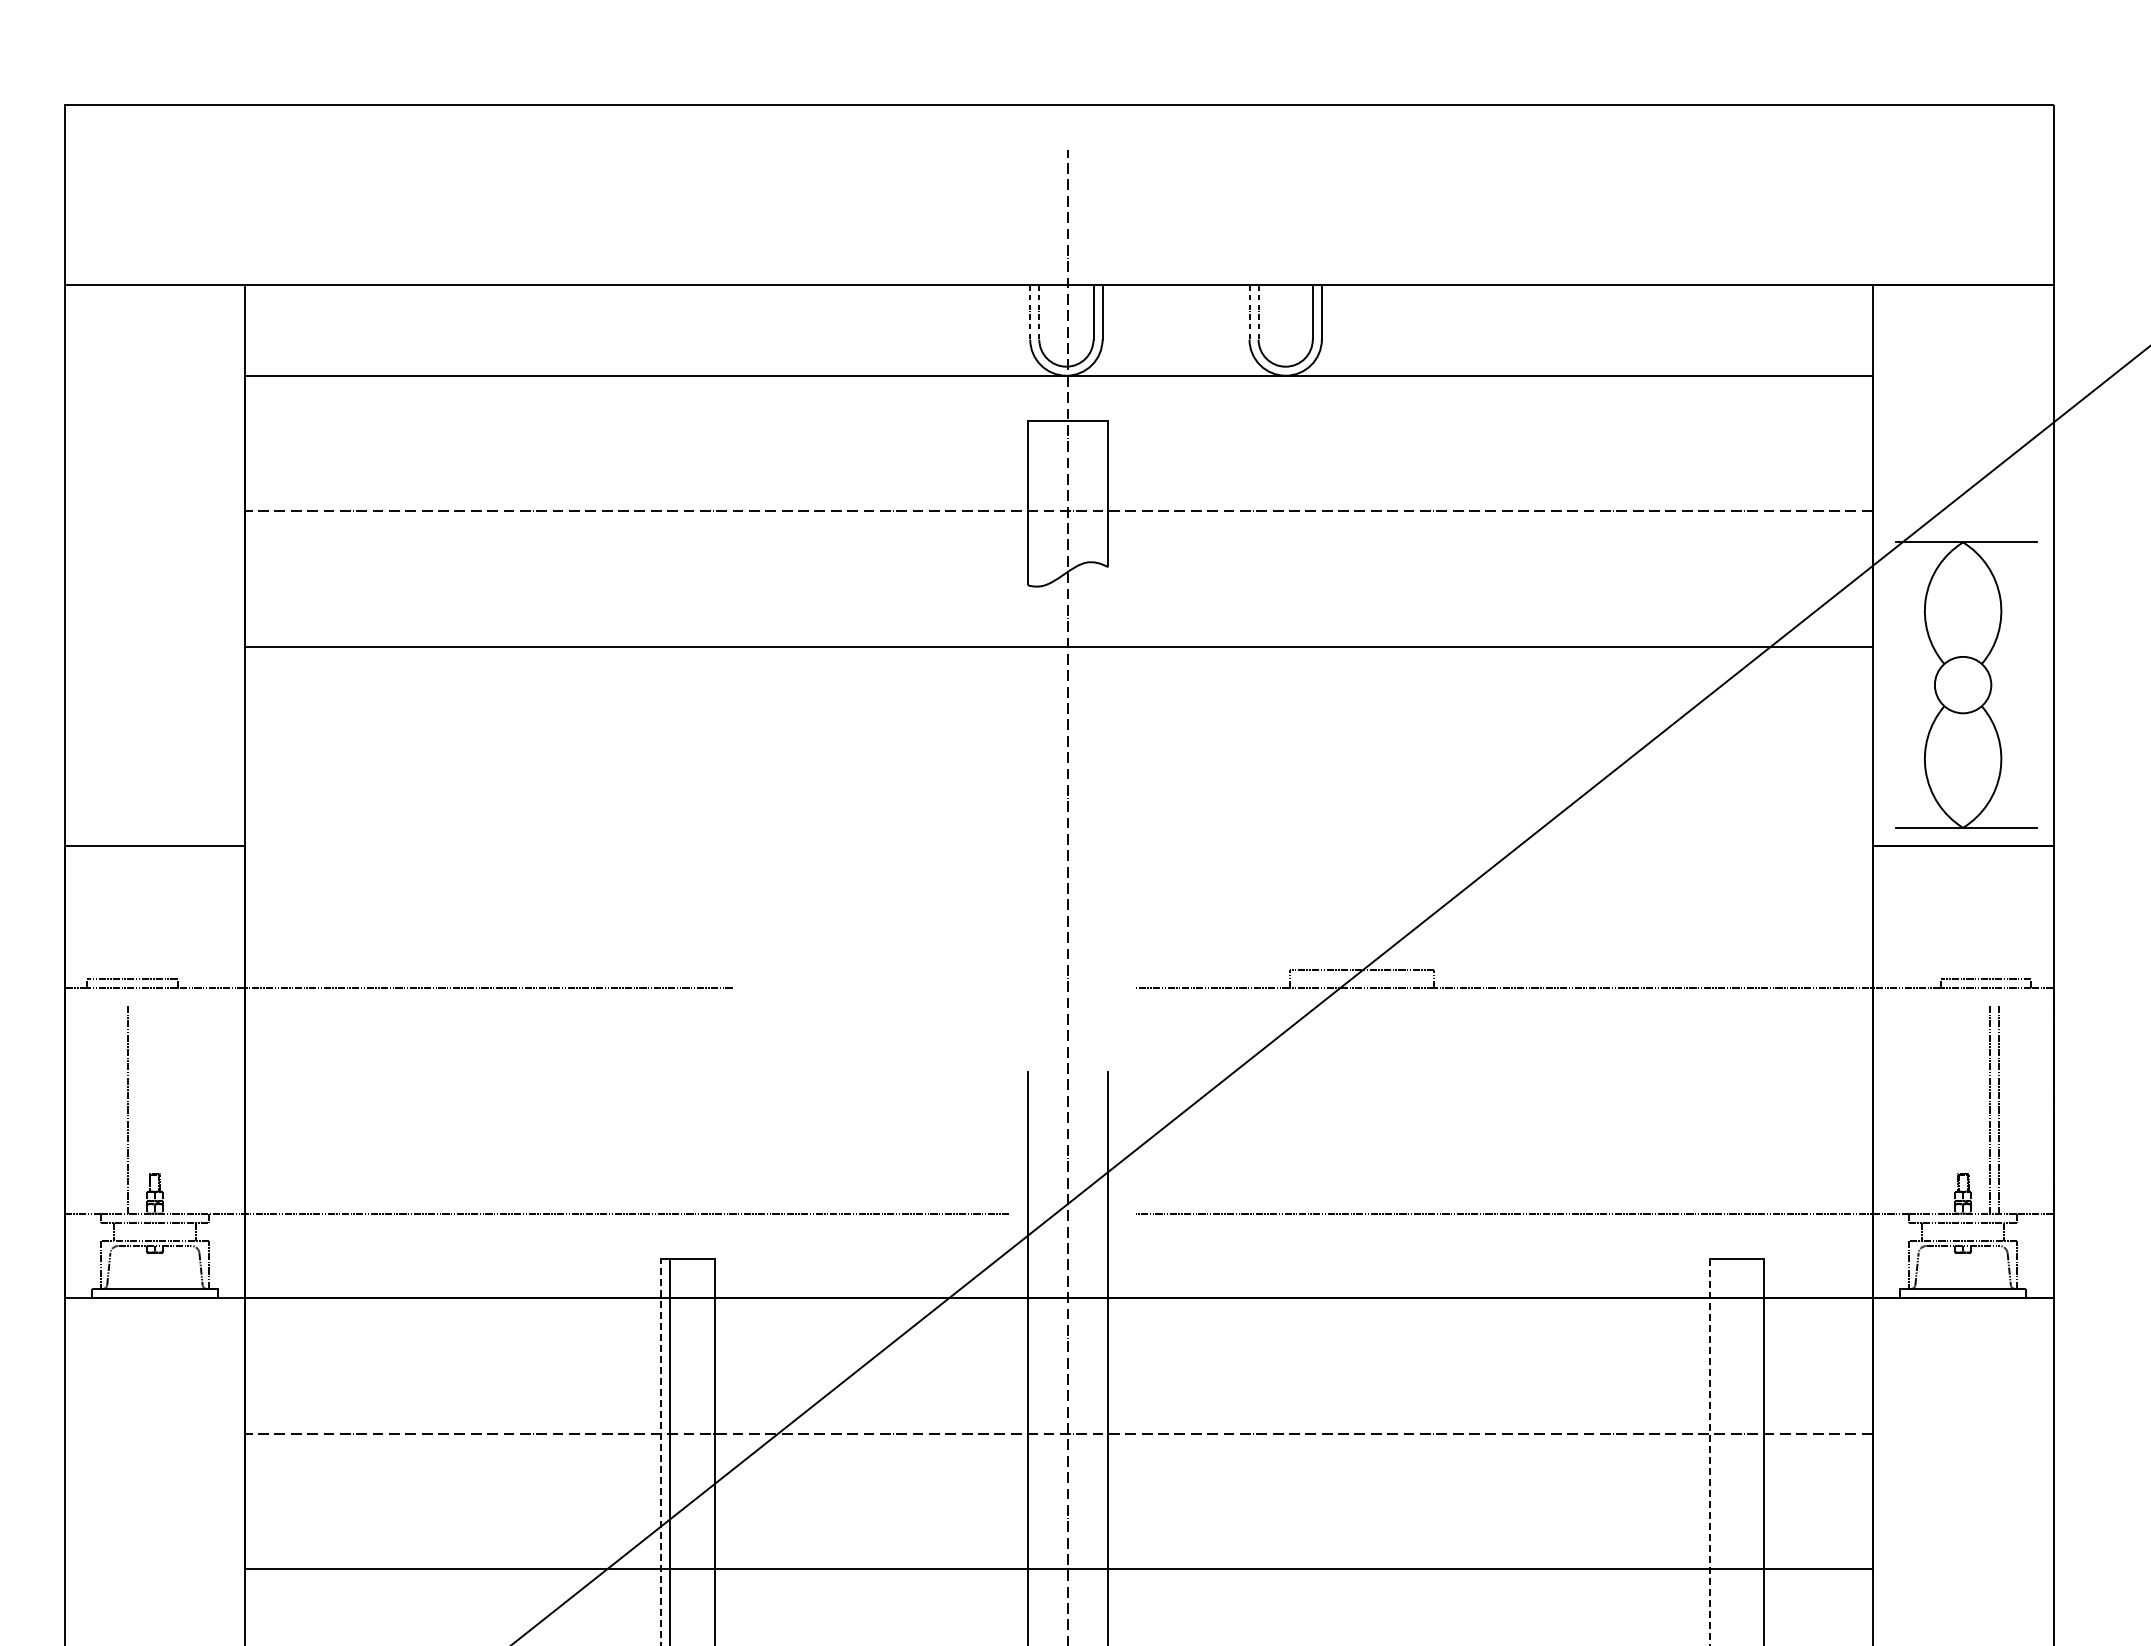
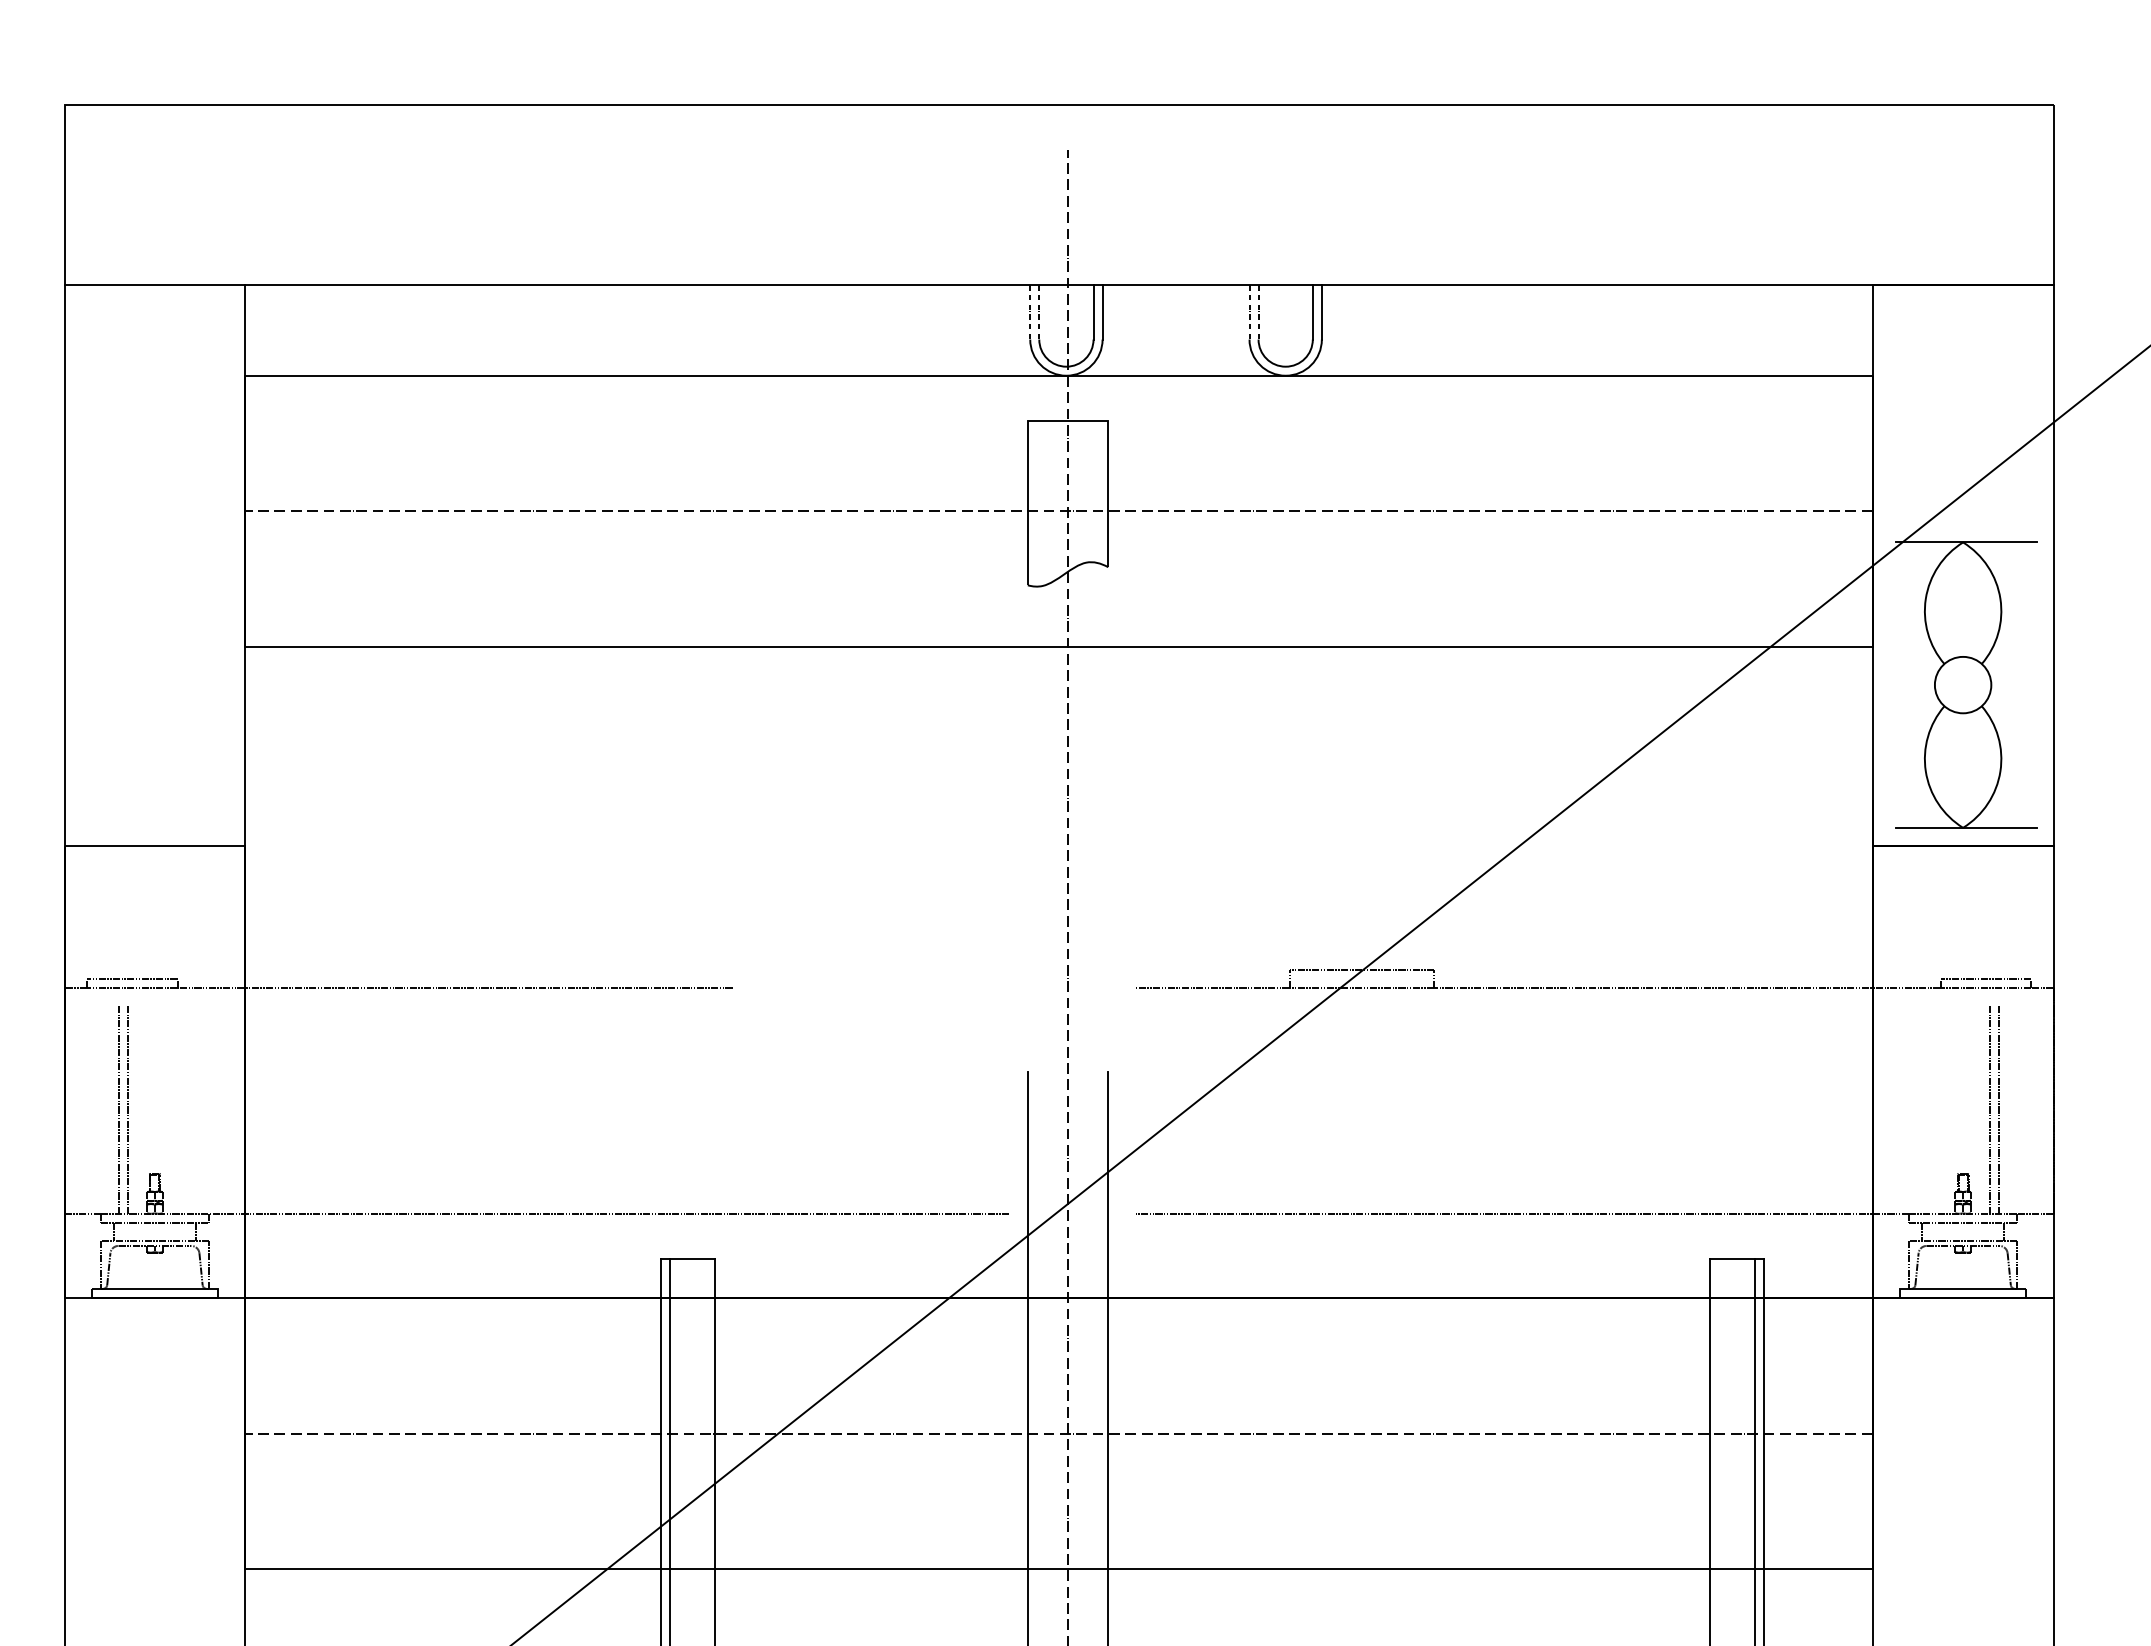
line at (118, 1109): none -> present
line at (1755, 1450): none -> present
line at (661, 1451): dashed -> solid
line at (1709, 1452): dashed -> solid
